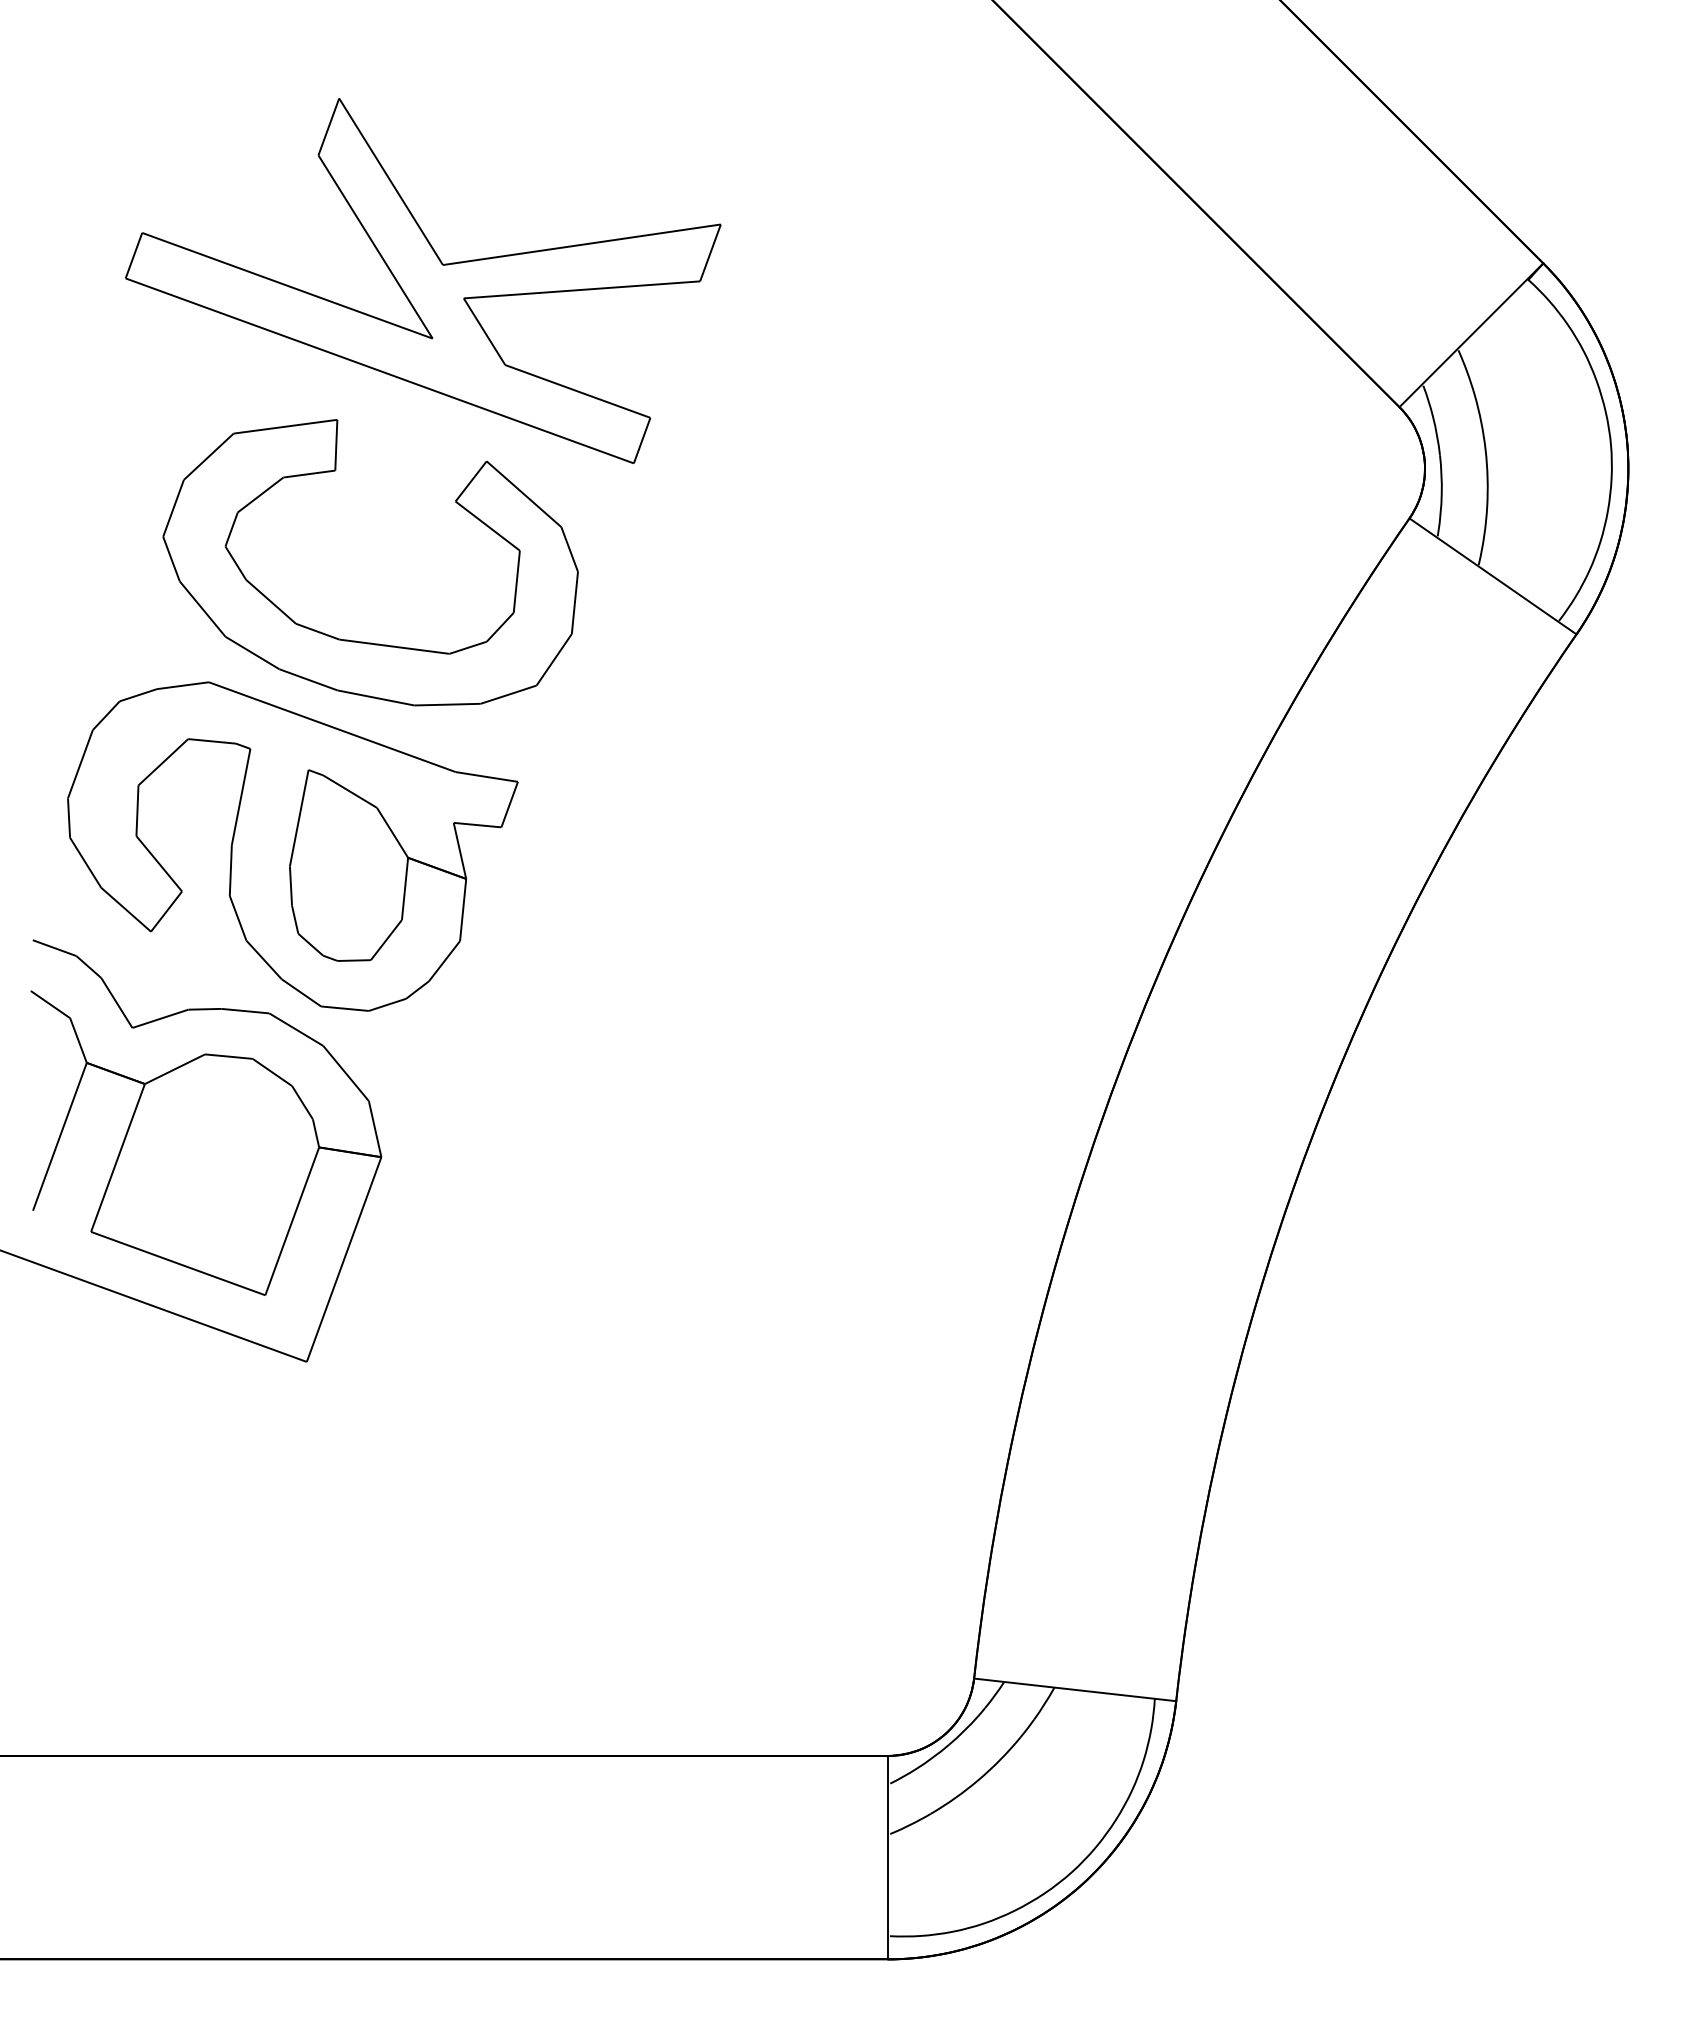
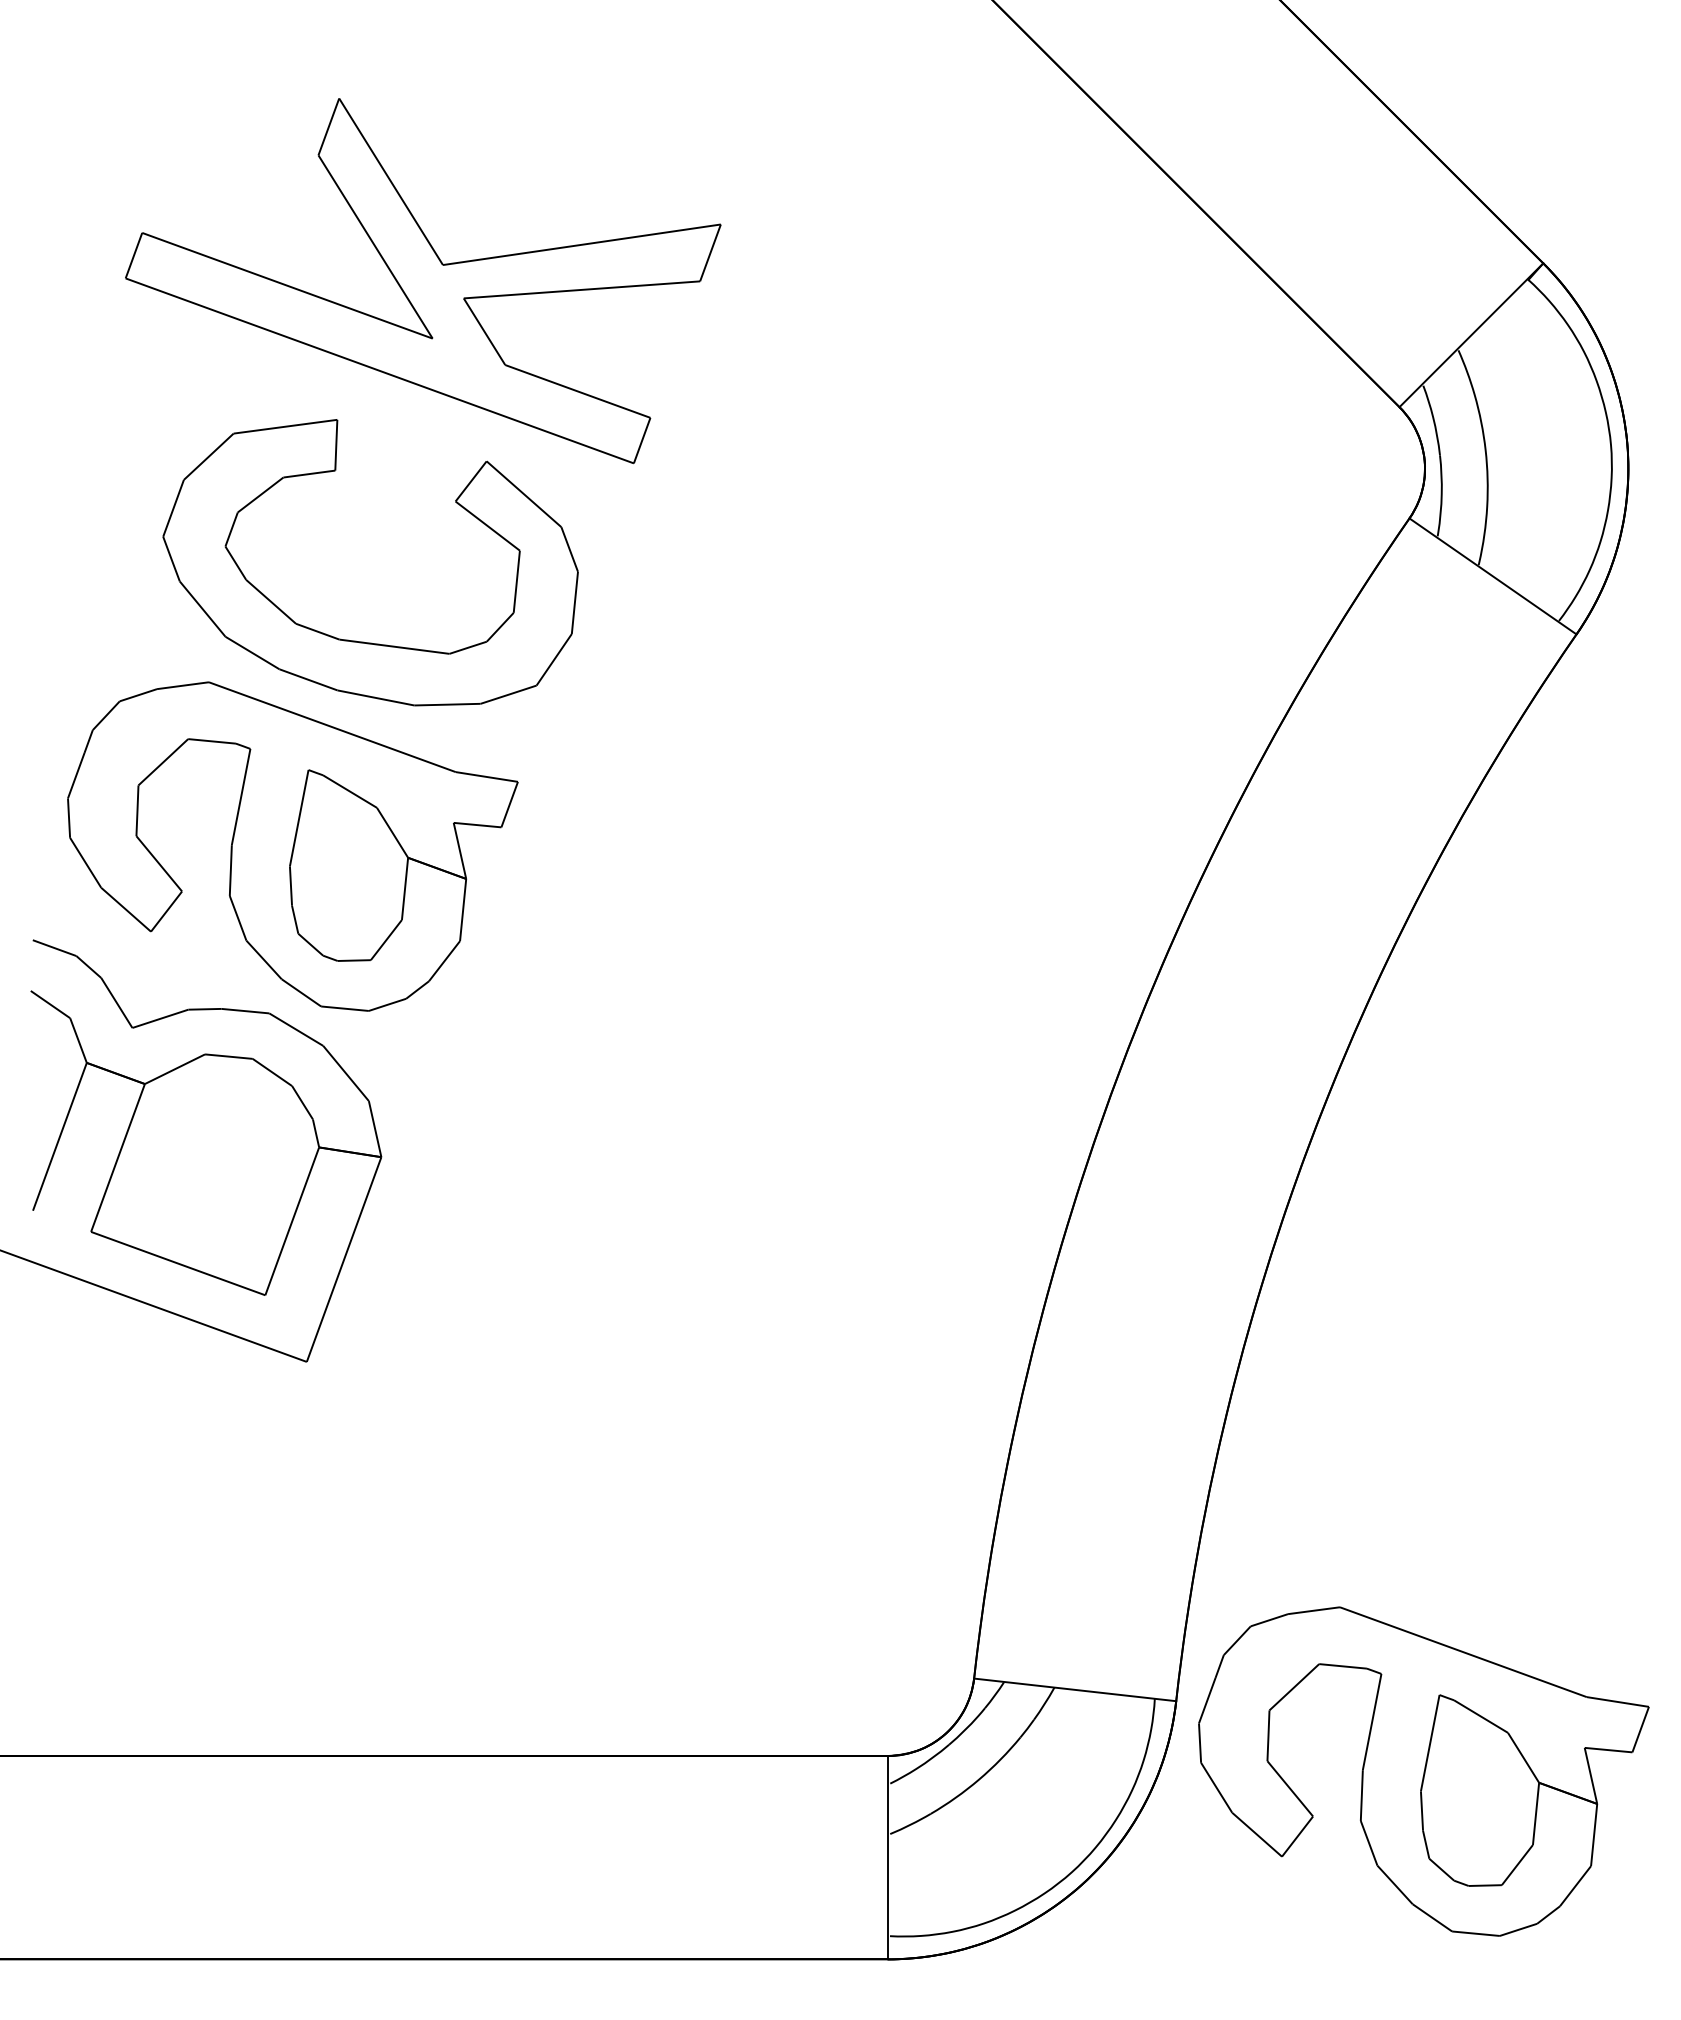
part at (1423, 1771): none -> present
